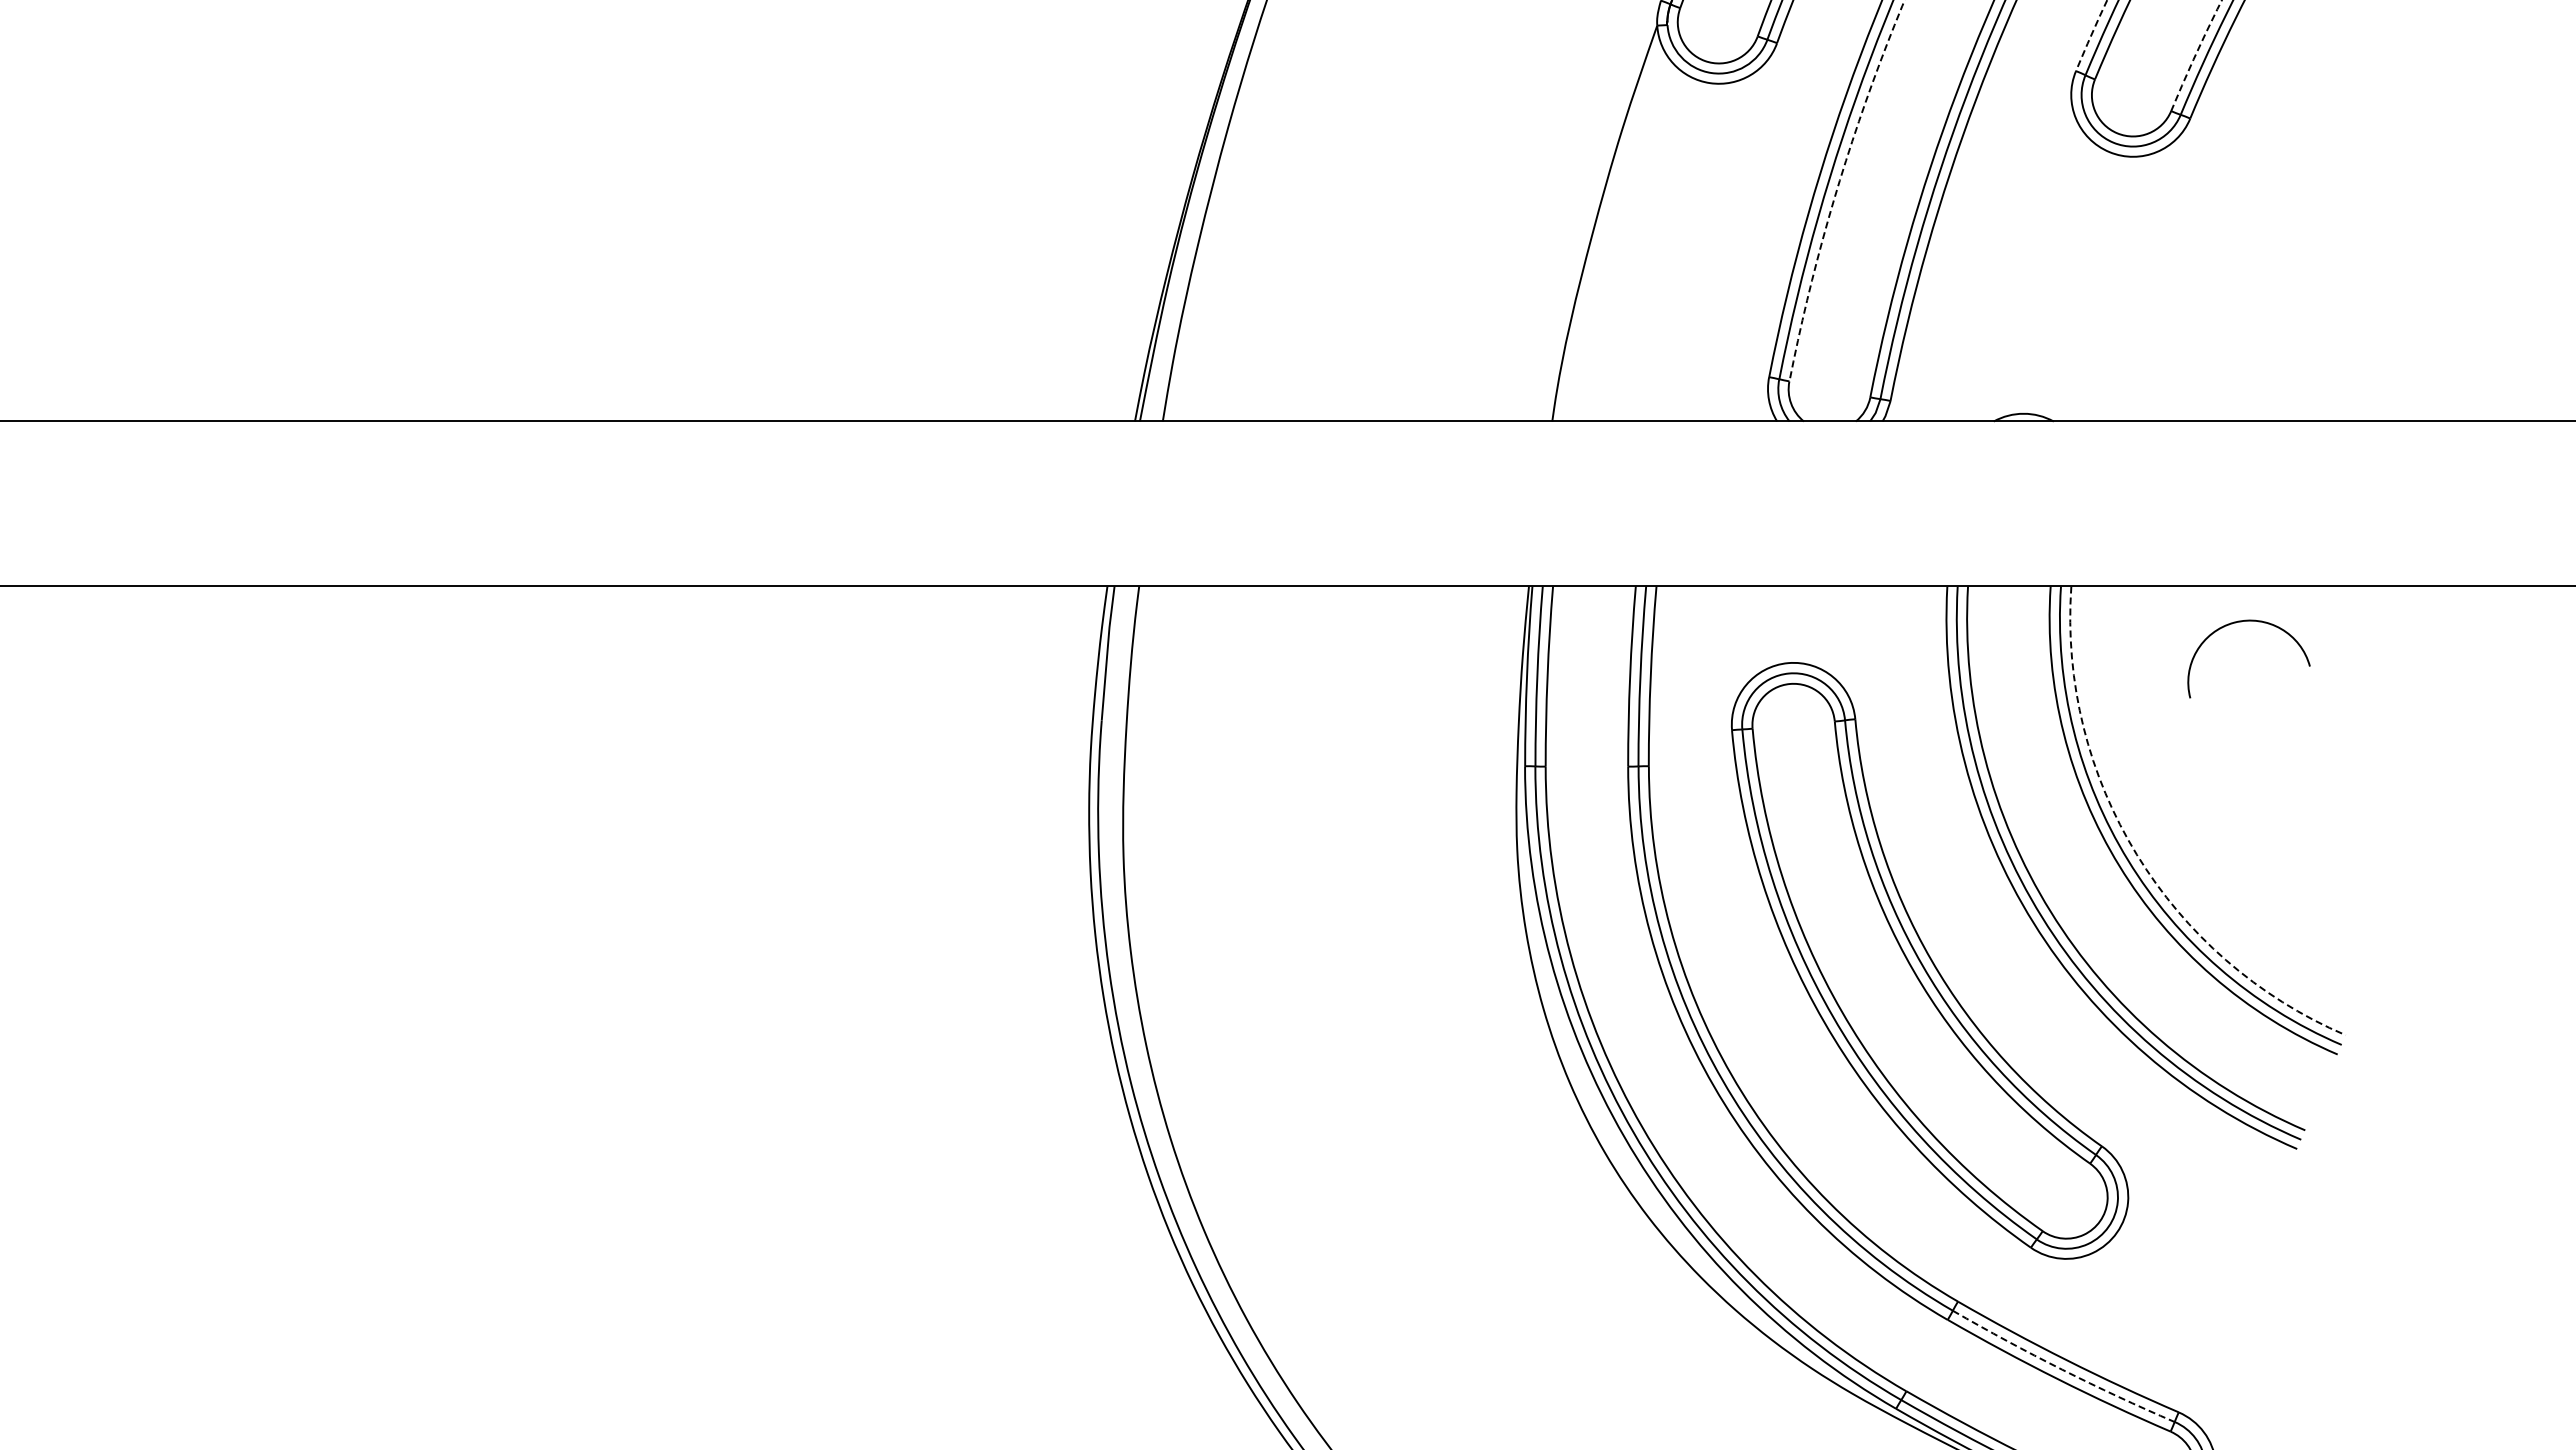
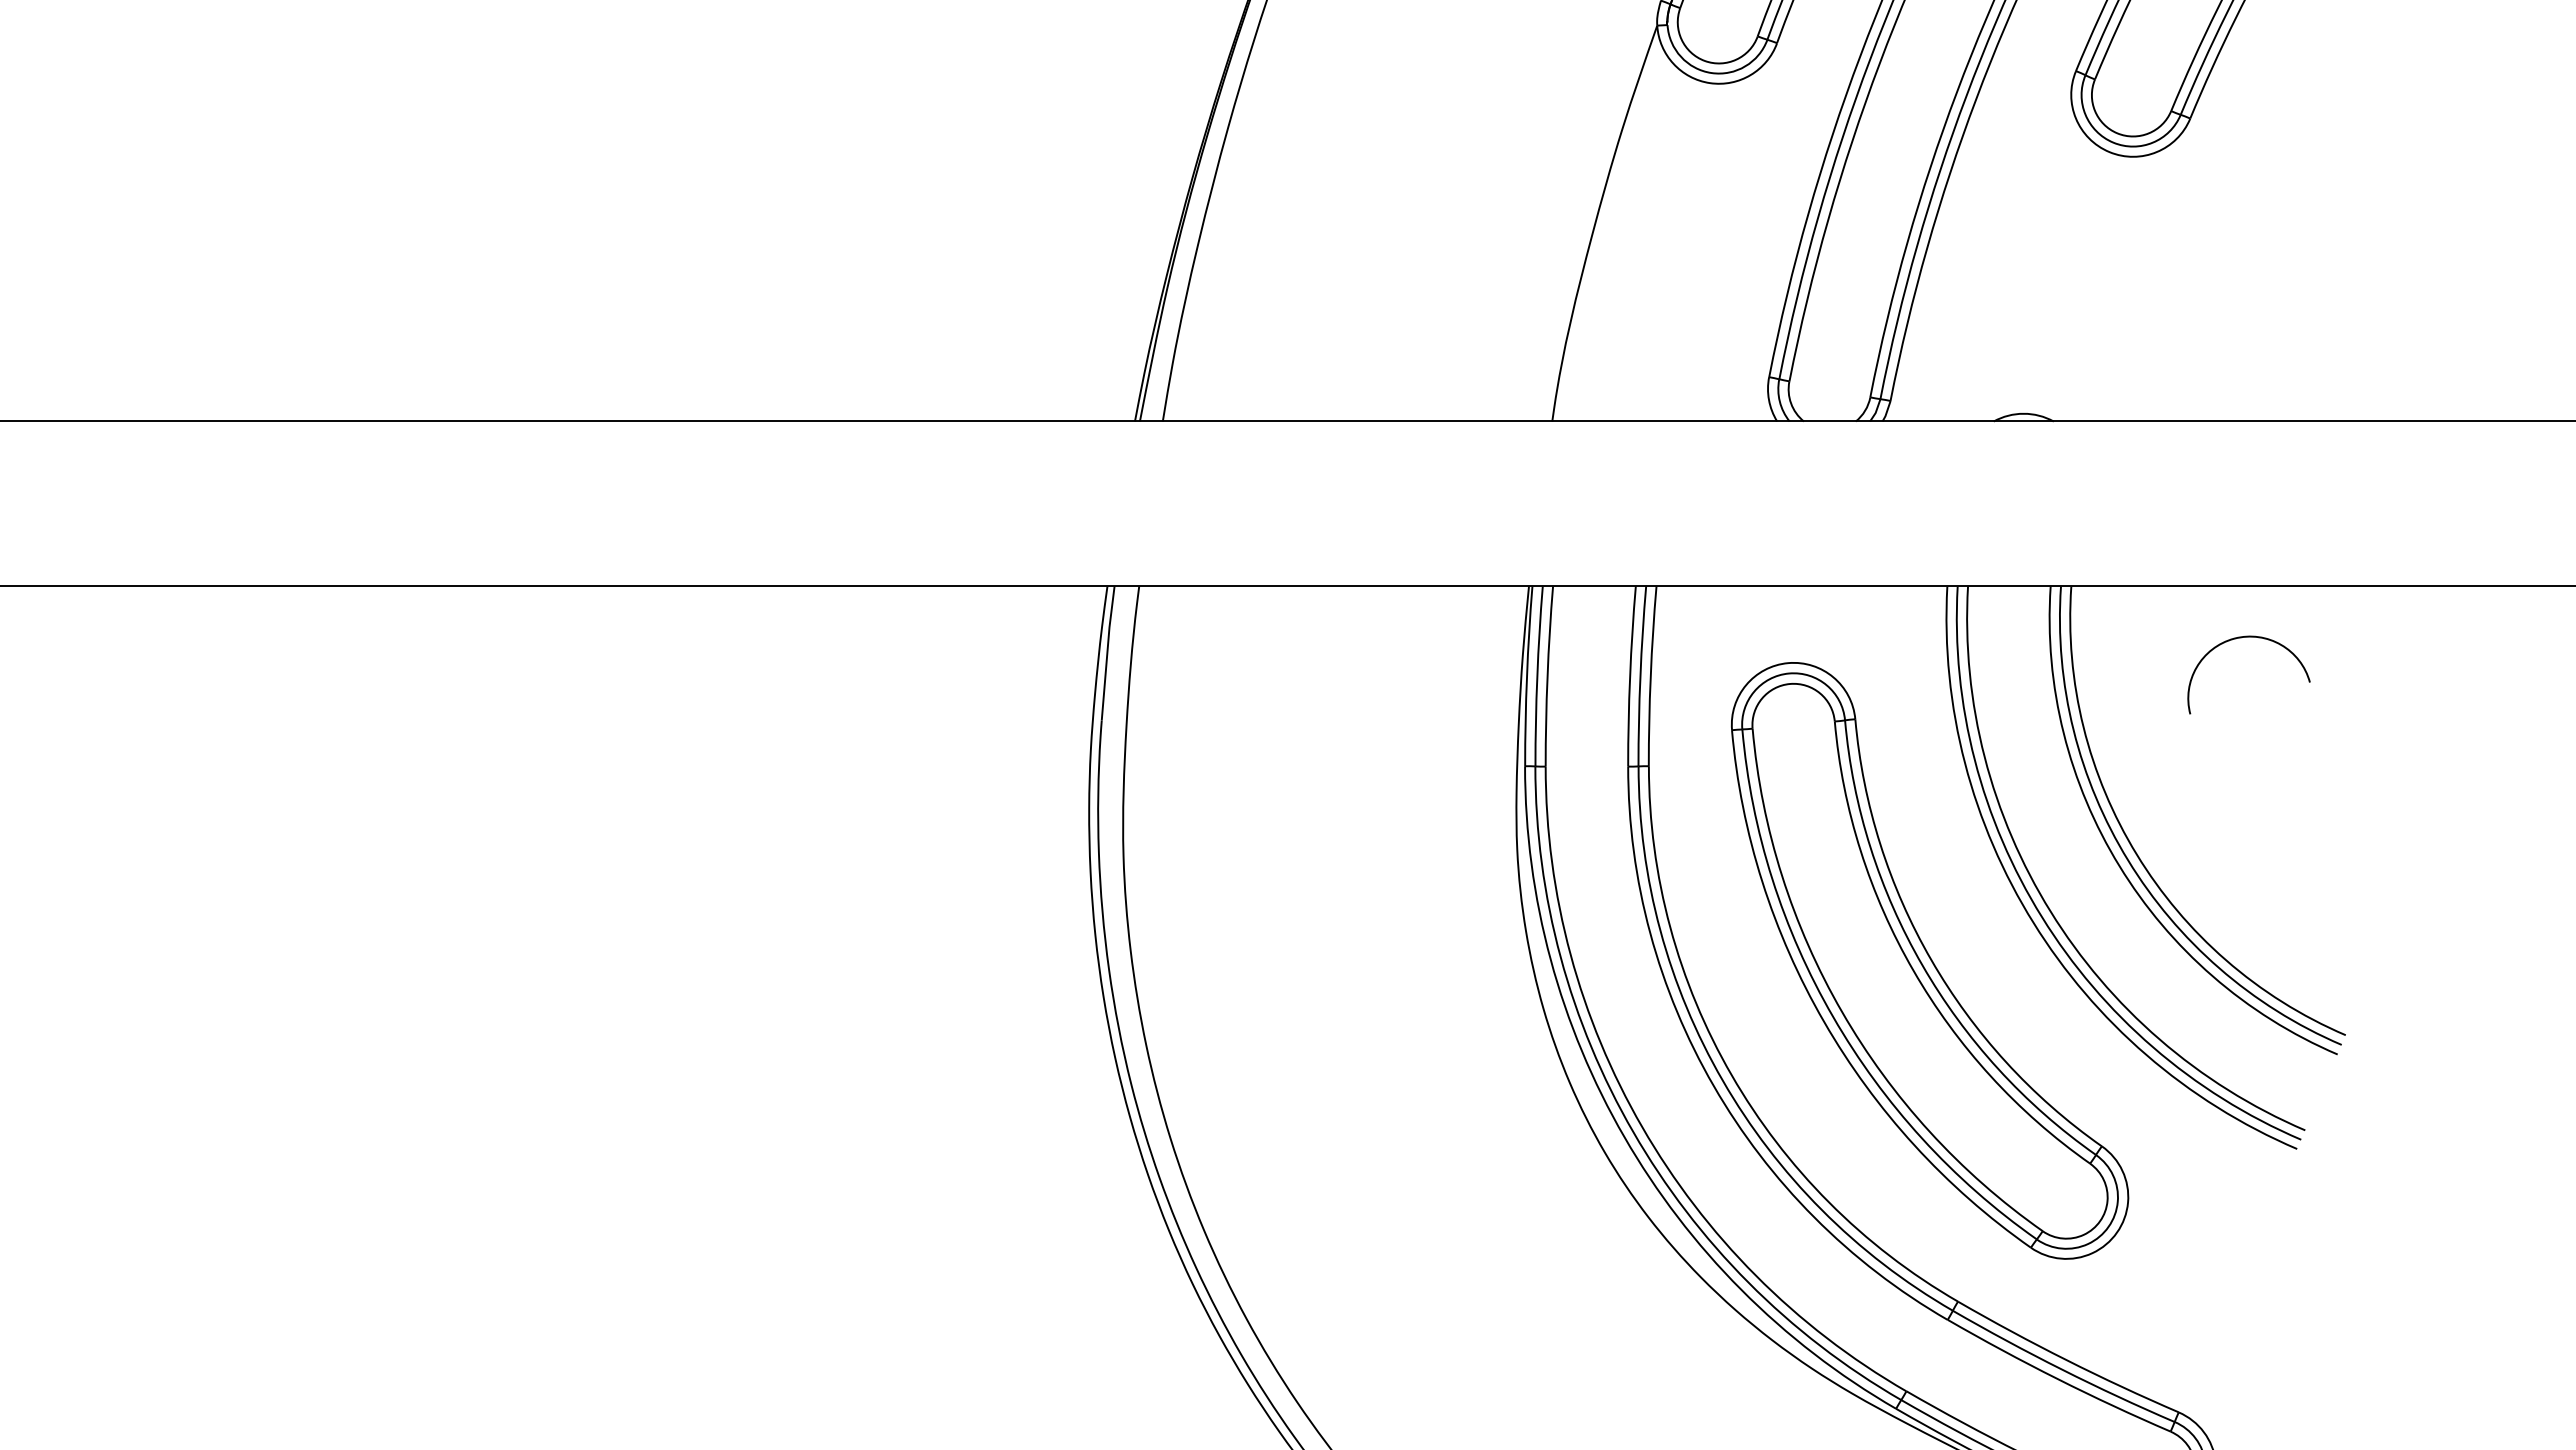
arc at (2091, 35): dashed -> solid
arc at (2195, 55): dashed -> solid
arc at (1837, 187): dashed -> solid
arc at (2241, 622) position: (2241, 622) -> (2241, 638)
arc at (2136, 854): dashed -> solid
arc at (2062, 1369): dashed -> solid
